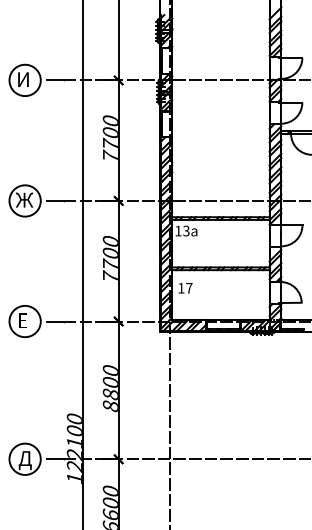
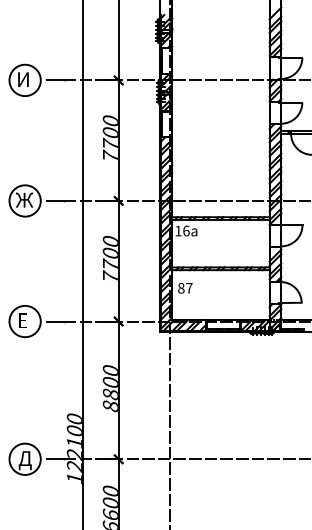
text at (186, 230): 13 -> 16
text at (181, 287): 17 -> 87
